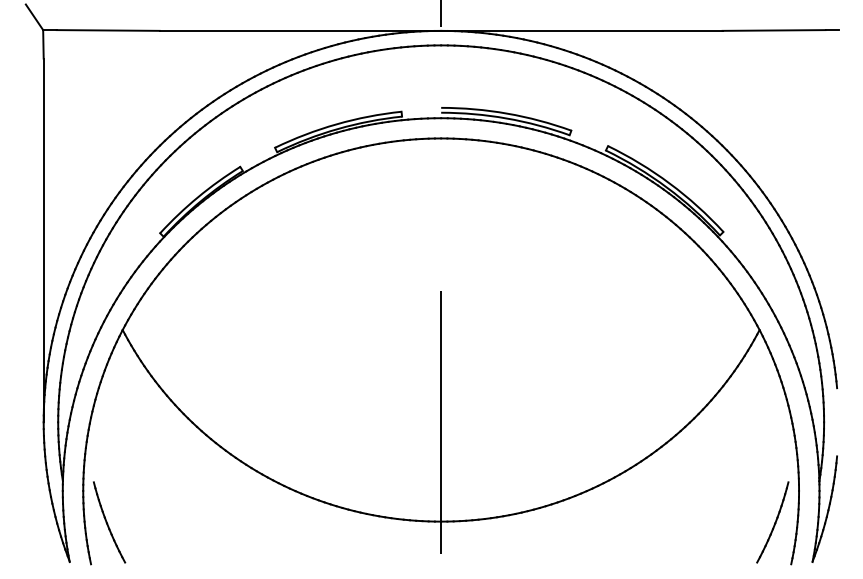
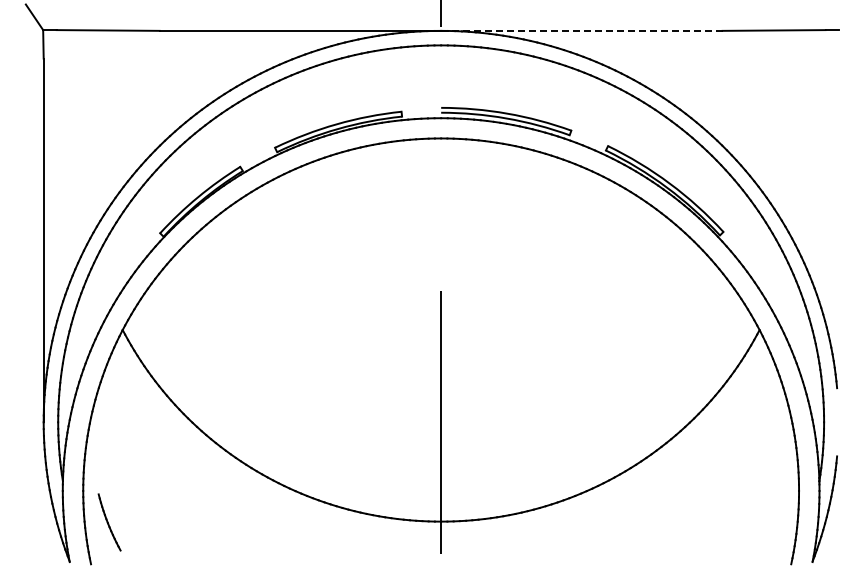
line at (581, 30): solid -> dashed
part at (109, 522) size: 34x83 px -> 25x59 px
part at (772, 522): present -> none
